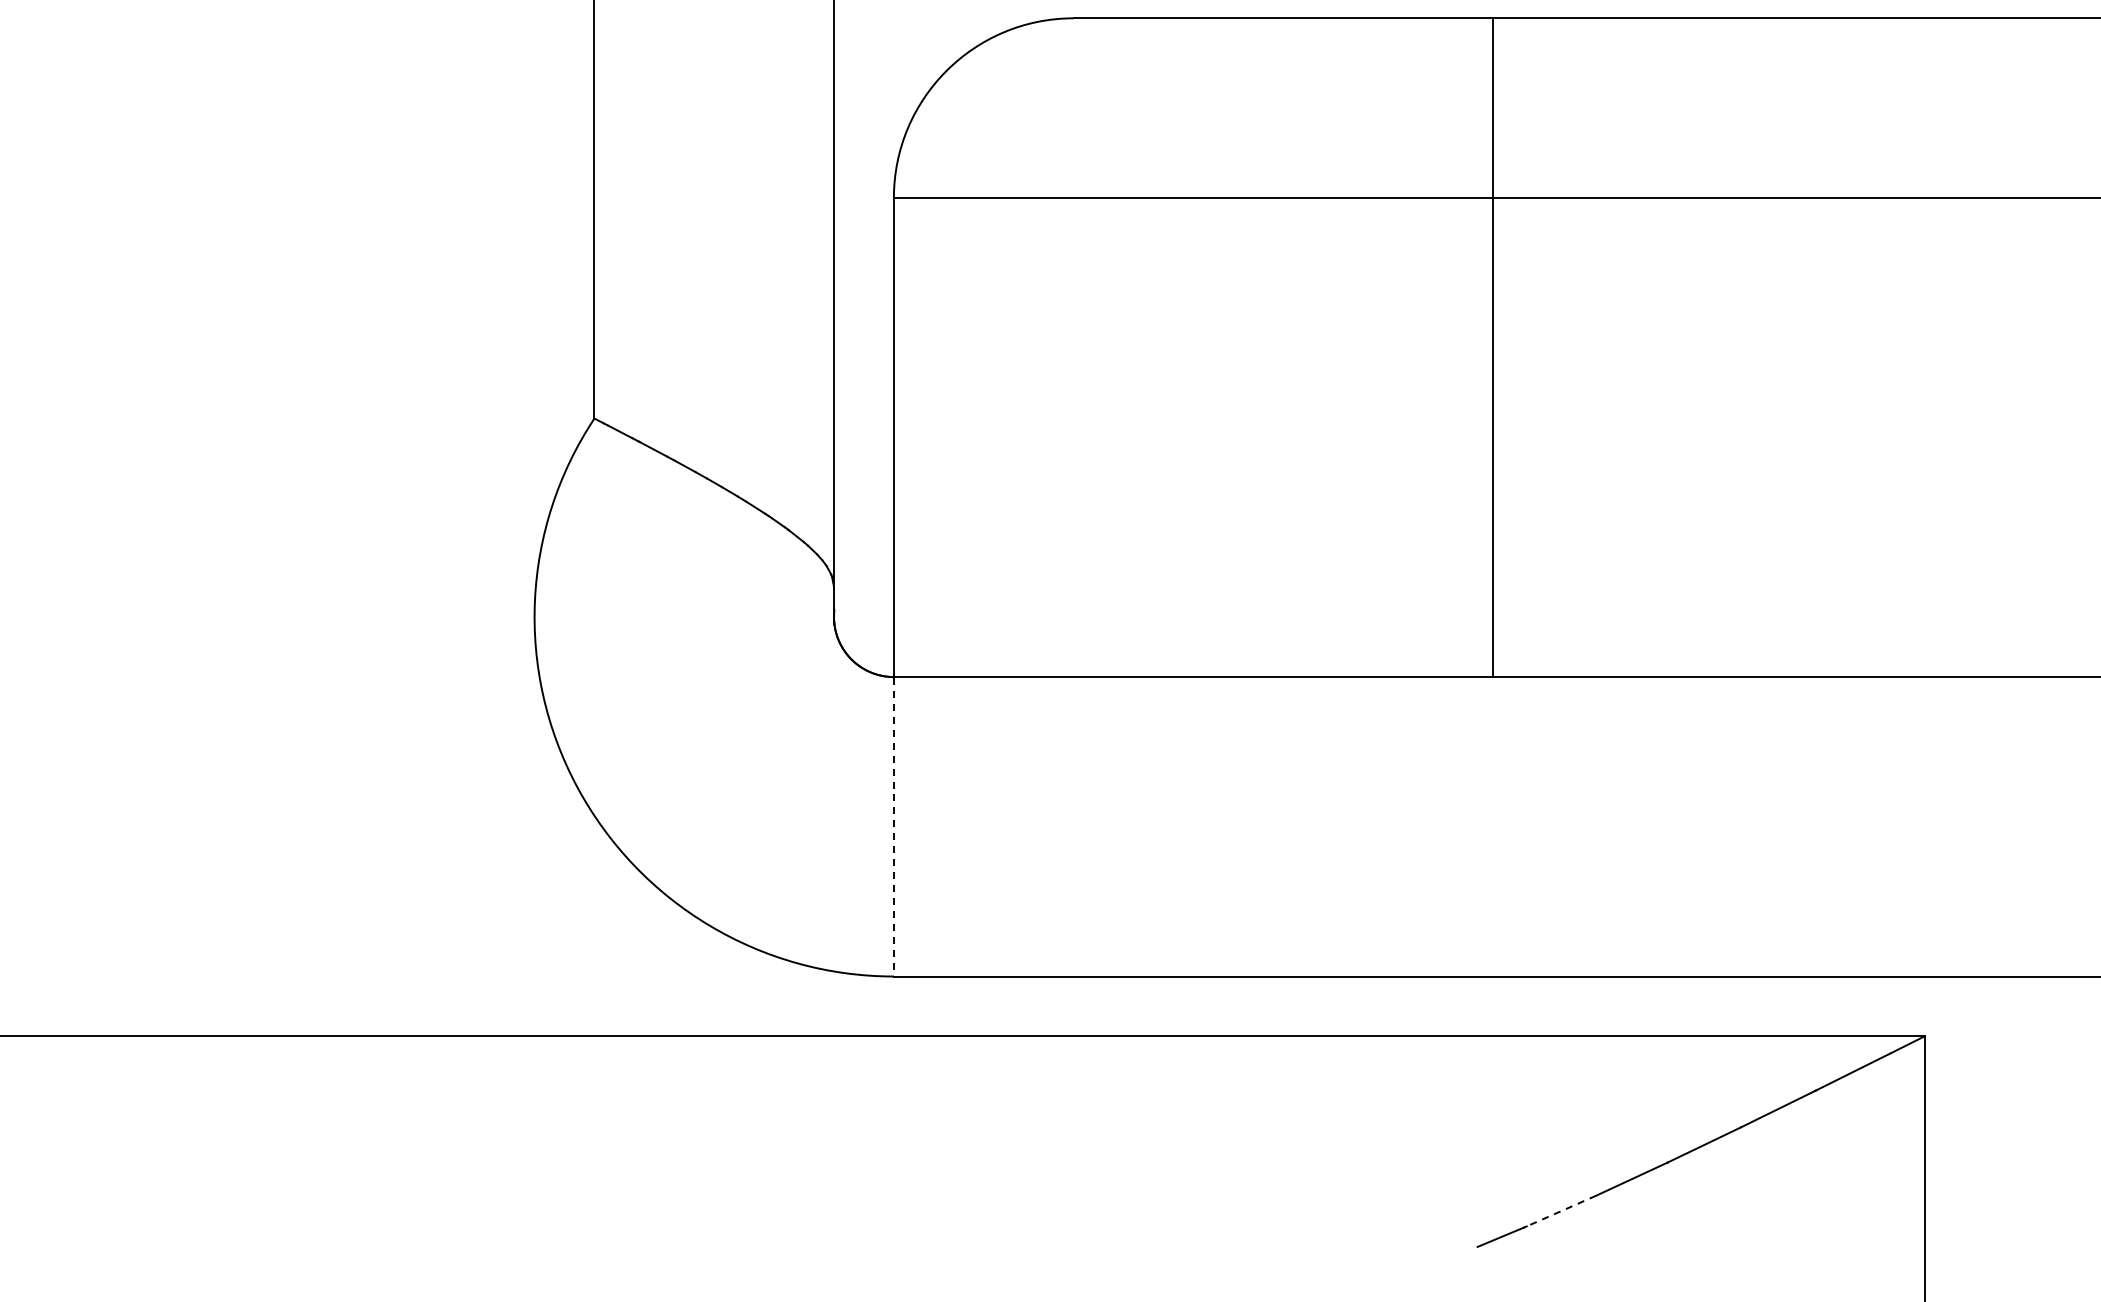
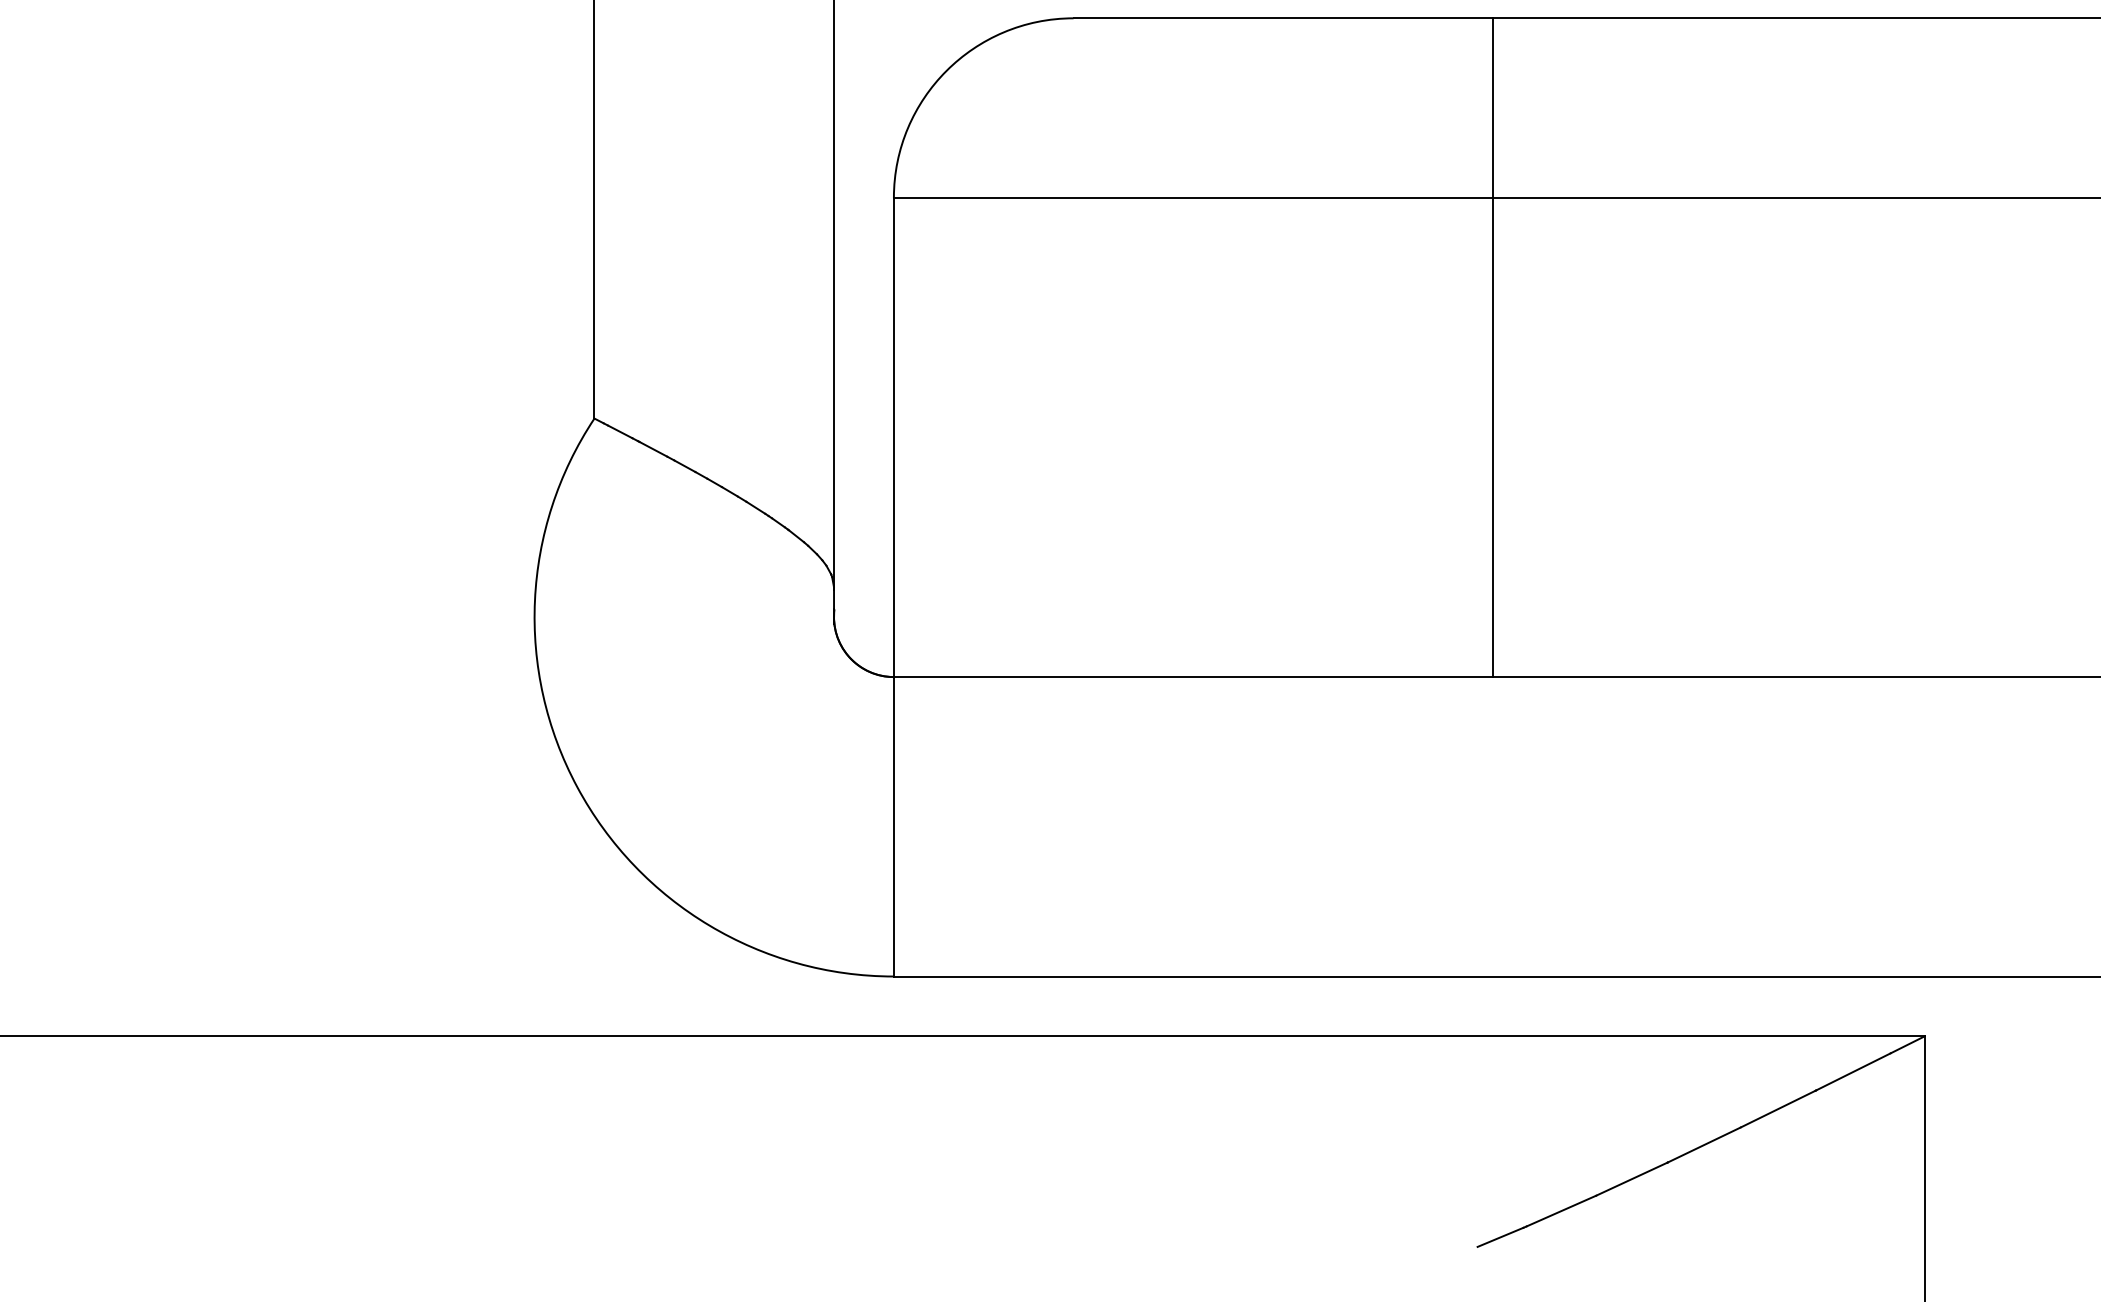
line at (893, 827): dashed -> solid
line at (1561, 1211): dashed -> solid
